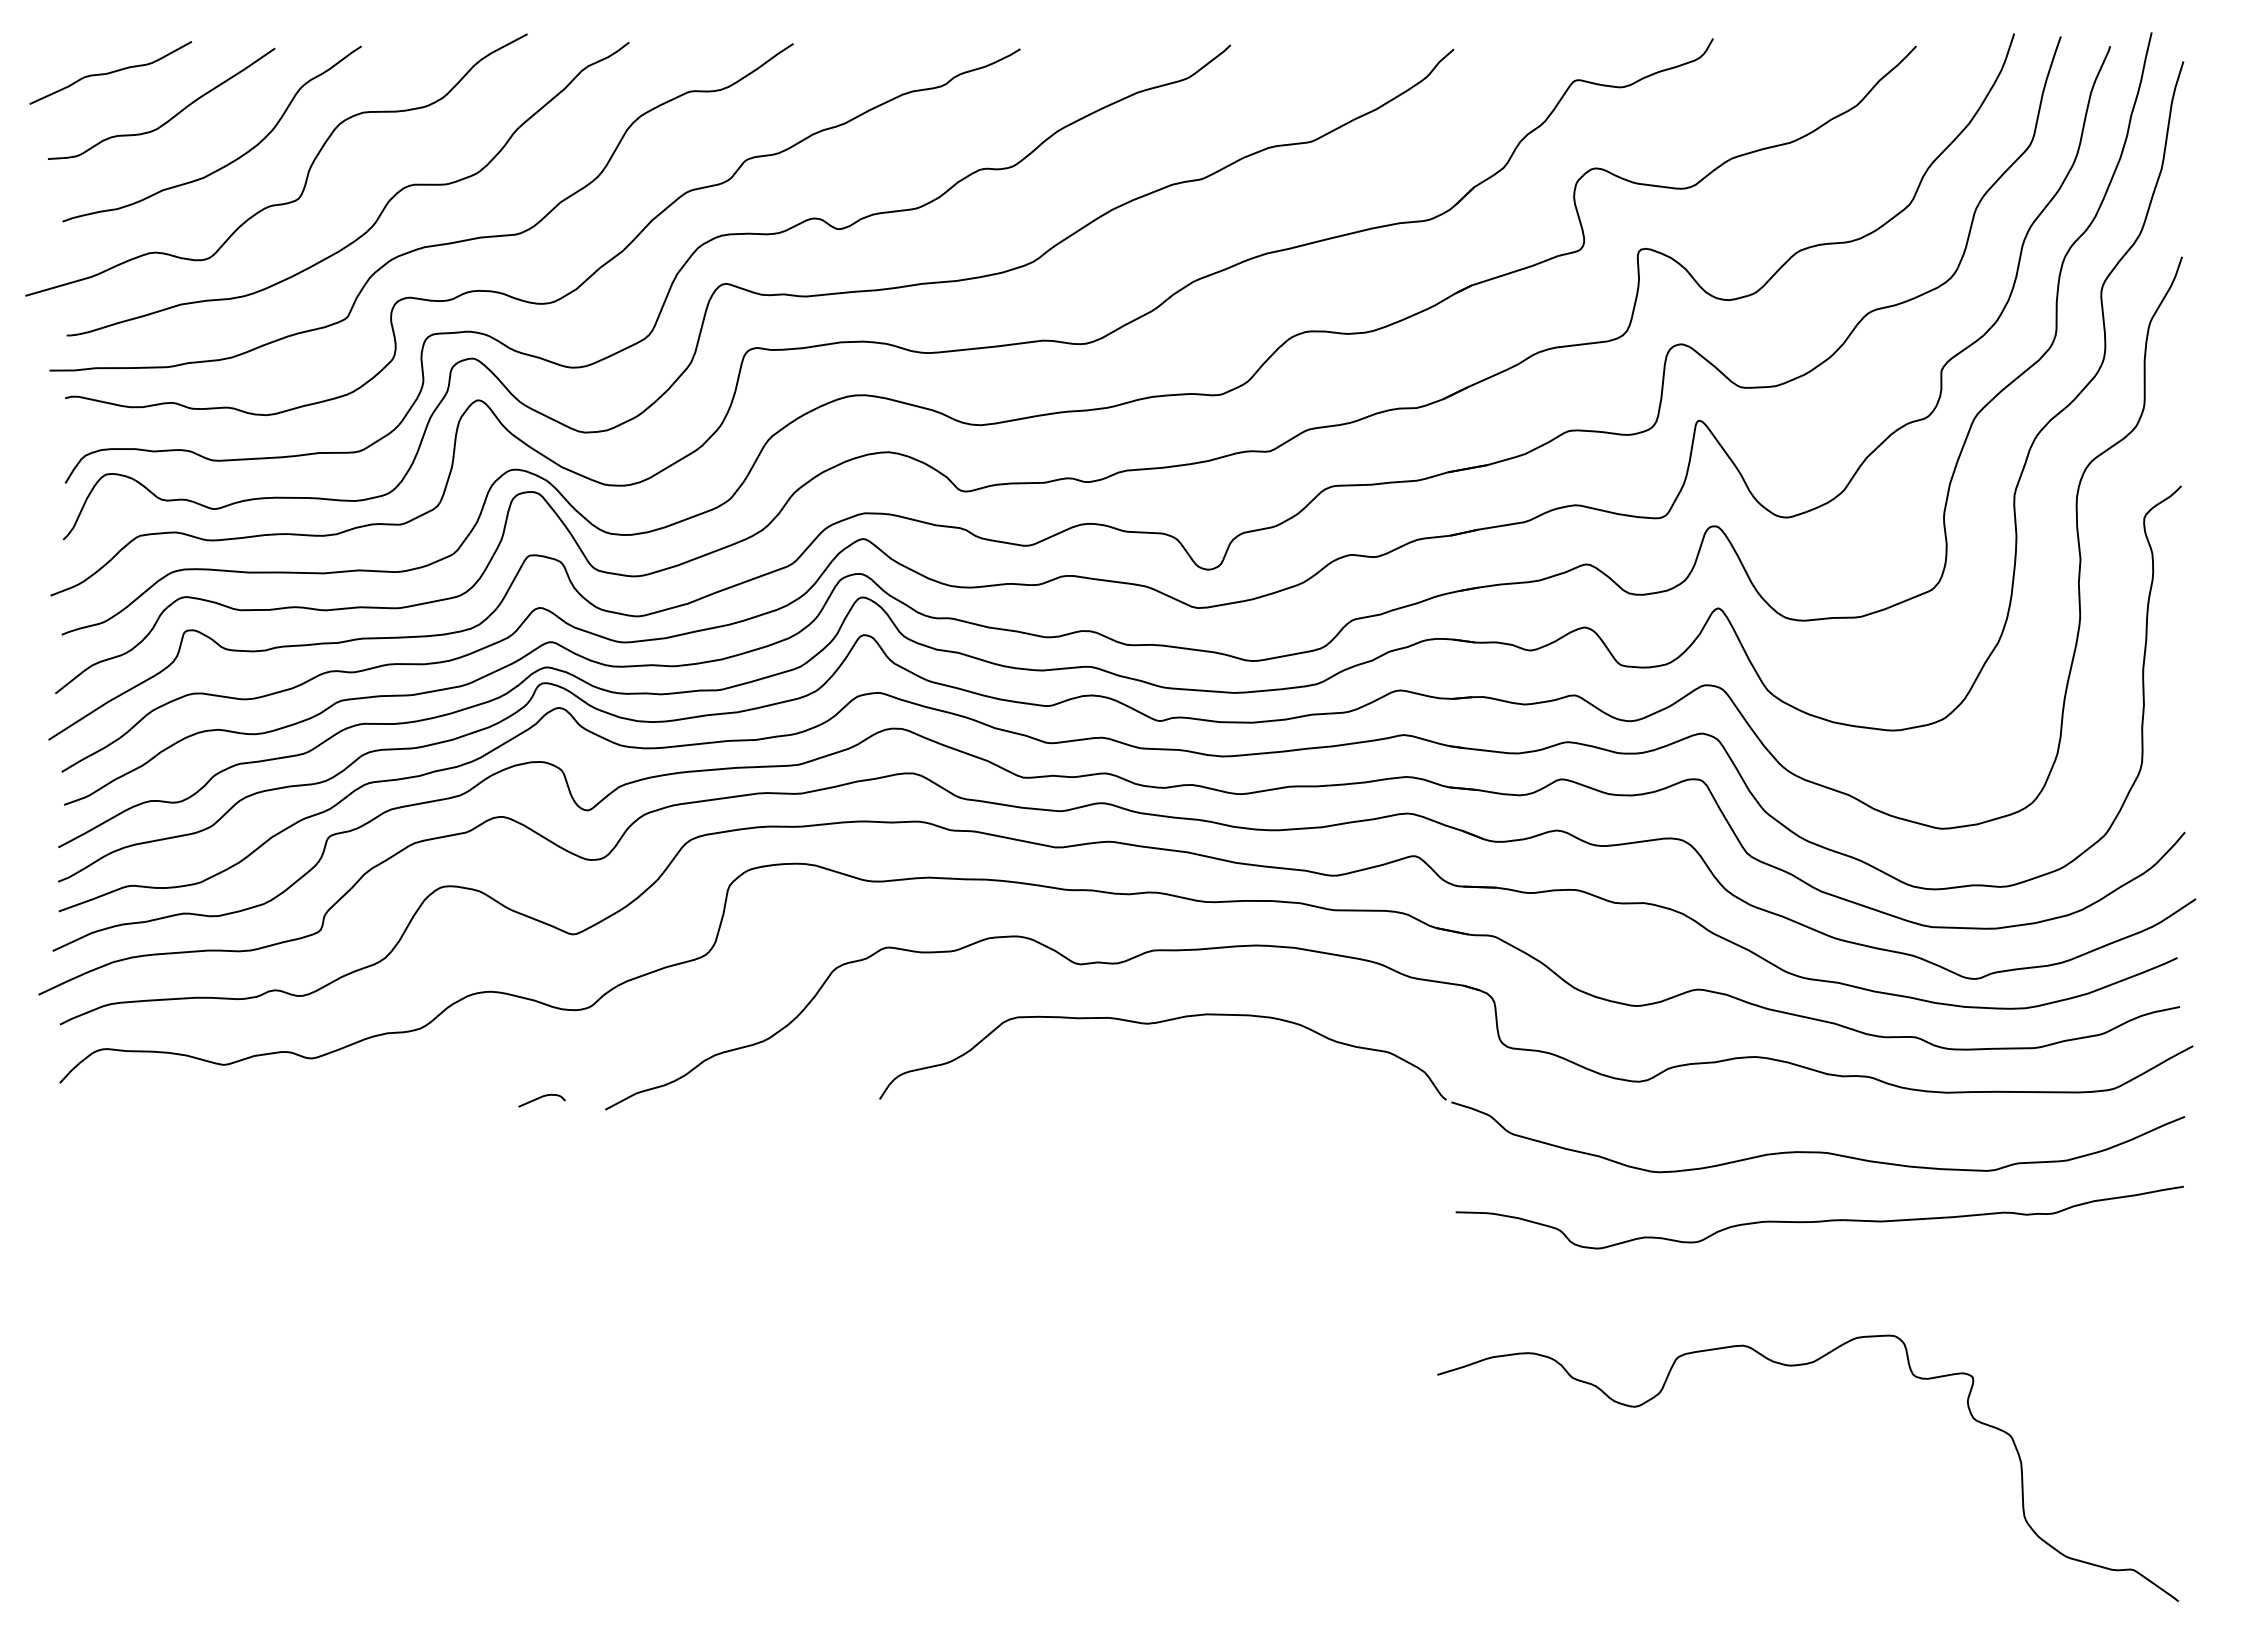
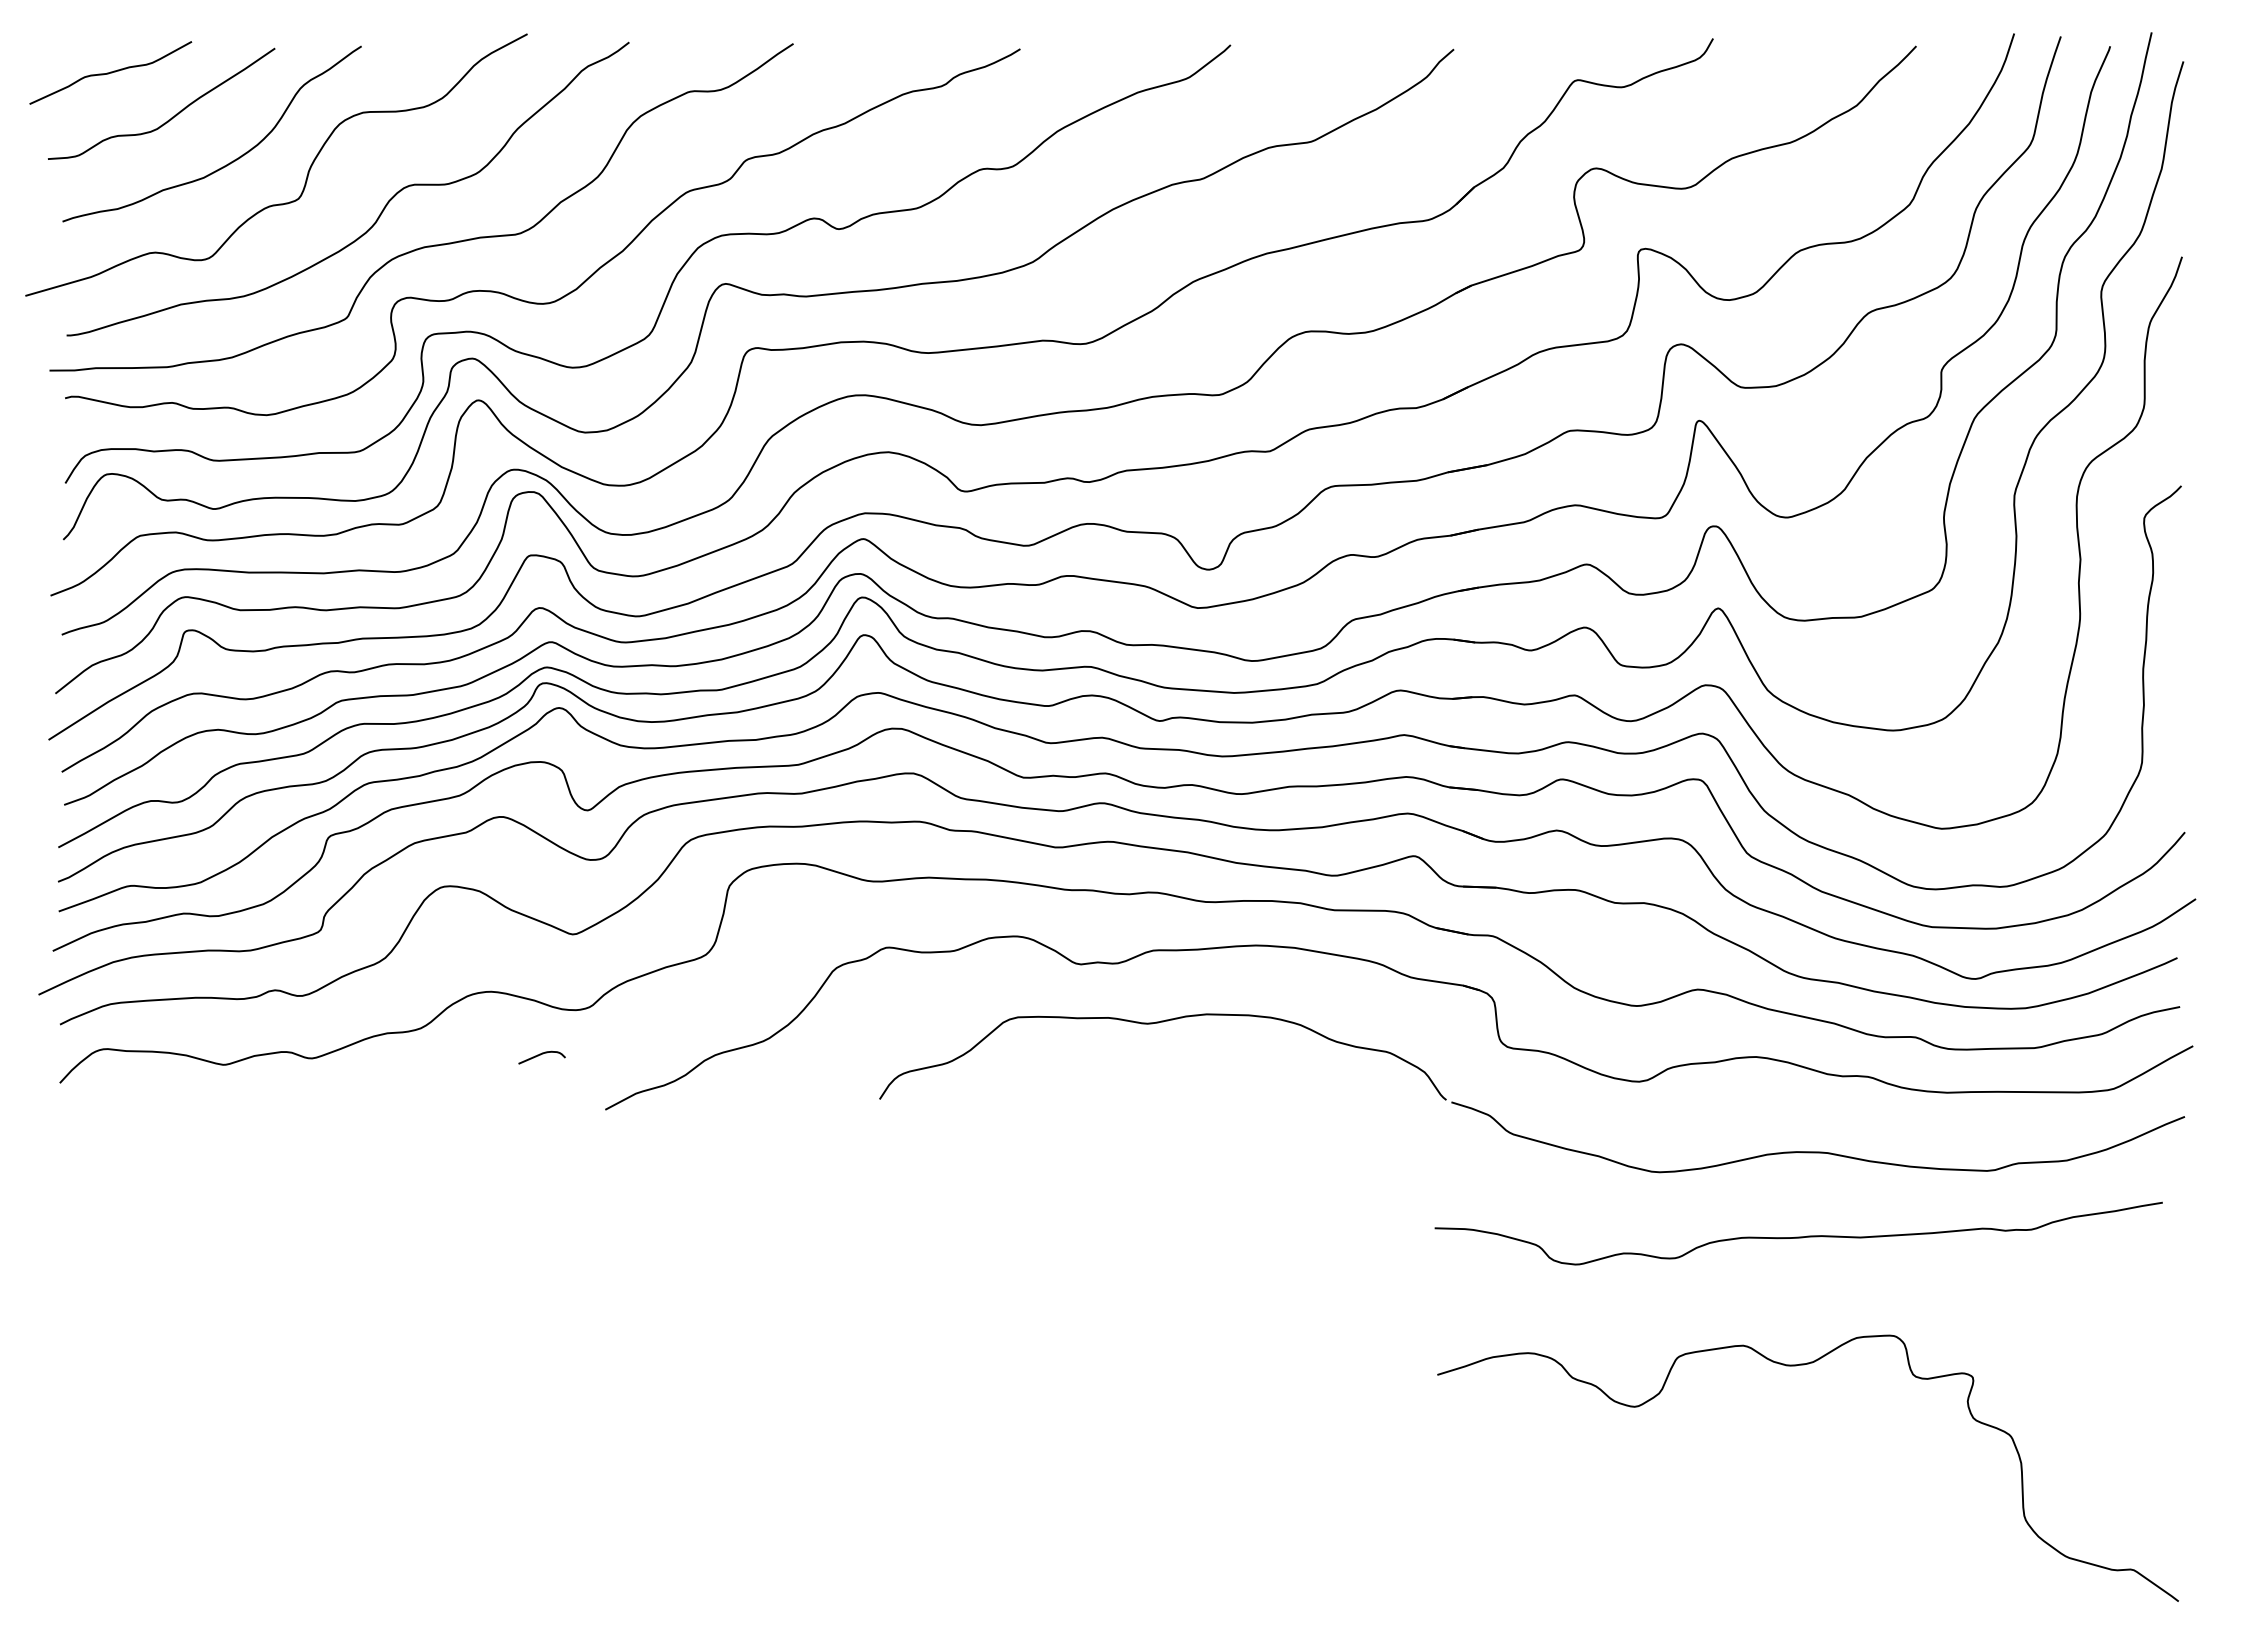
curve at (540, 1098) position: (540, 1098) -> (540, 1055)
curve at (1819, 1220) position: (1819, 1220) -> (1798, 1236)
